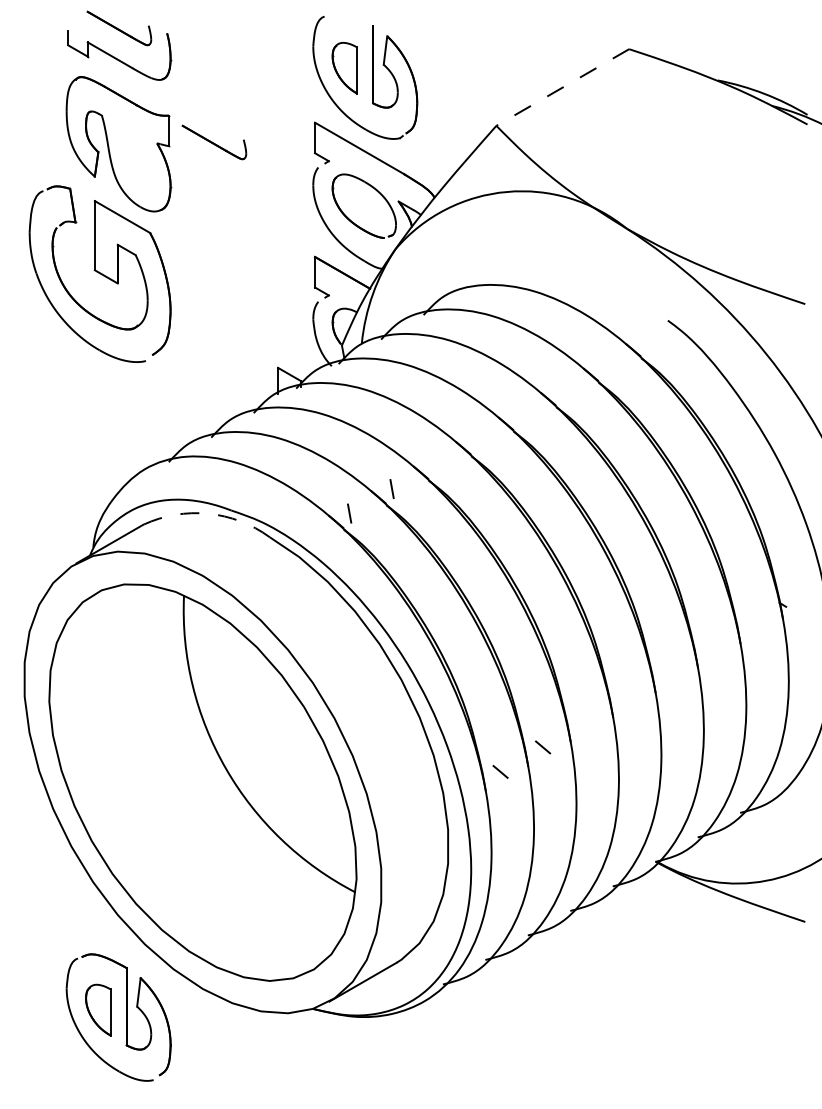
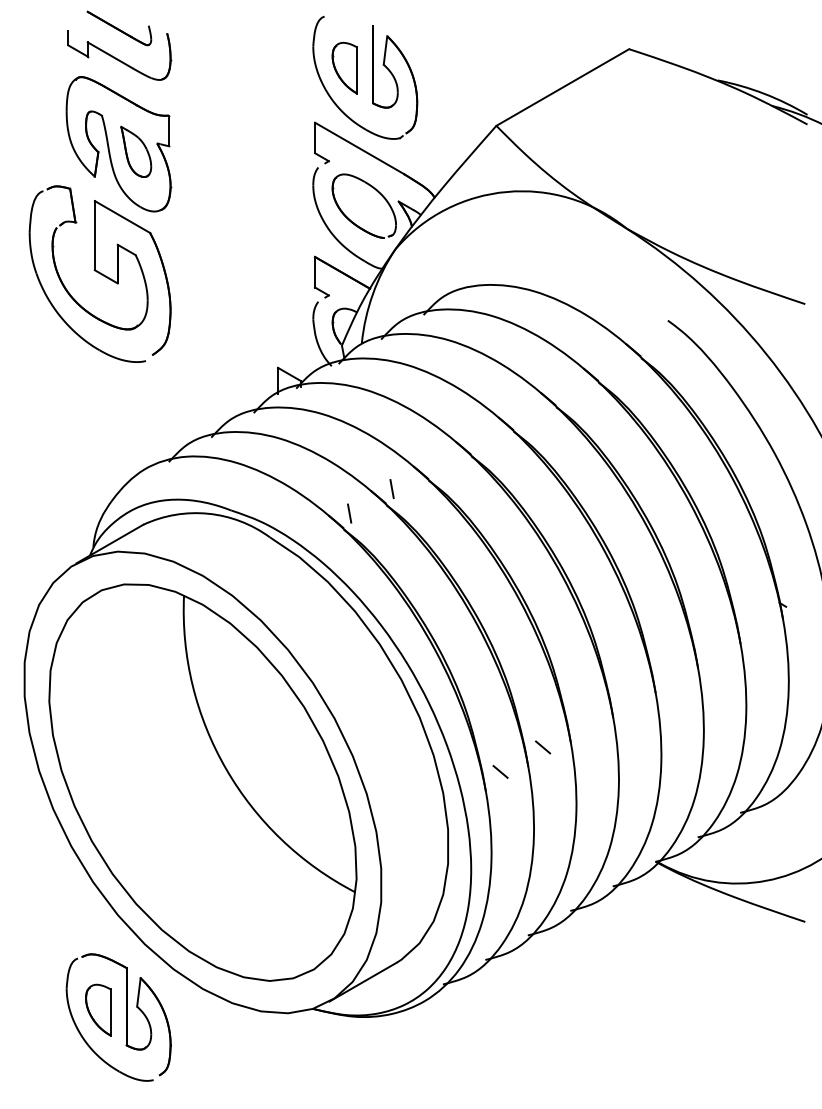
line at (562, 87): dashed -> solid
part at (214, 142): present -> none
part at (136, 151): none -> present
arc at (208, 513): dashed -> solid
